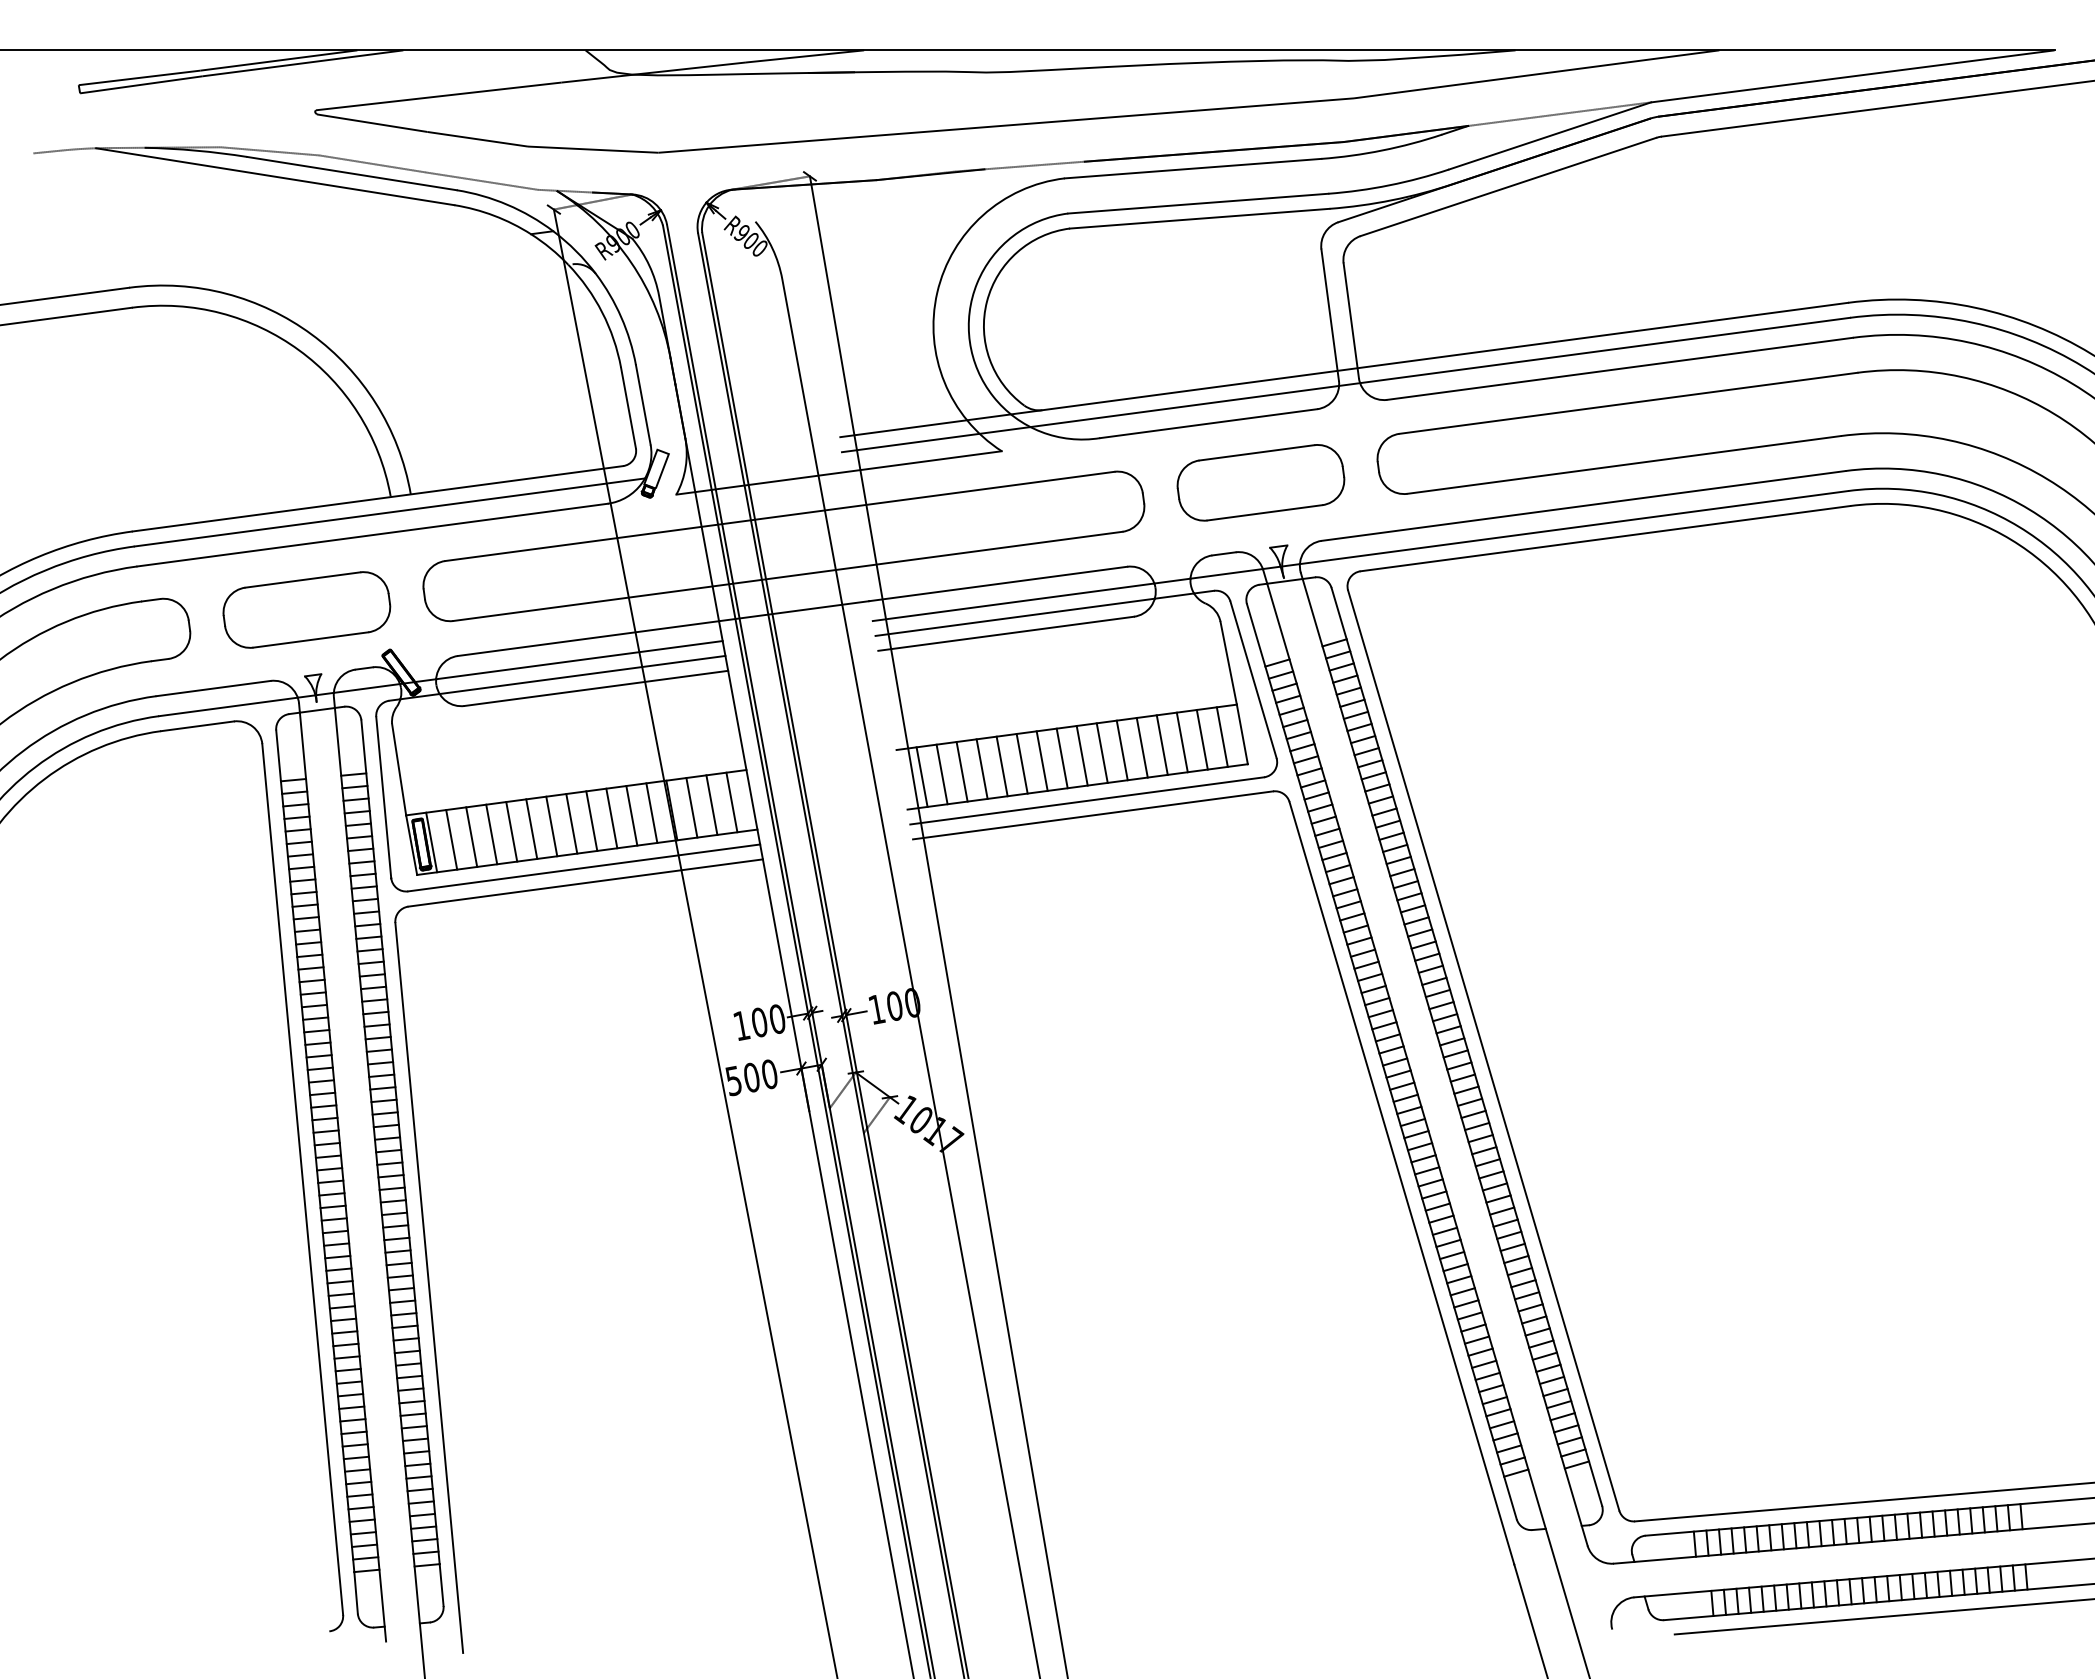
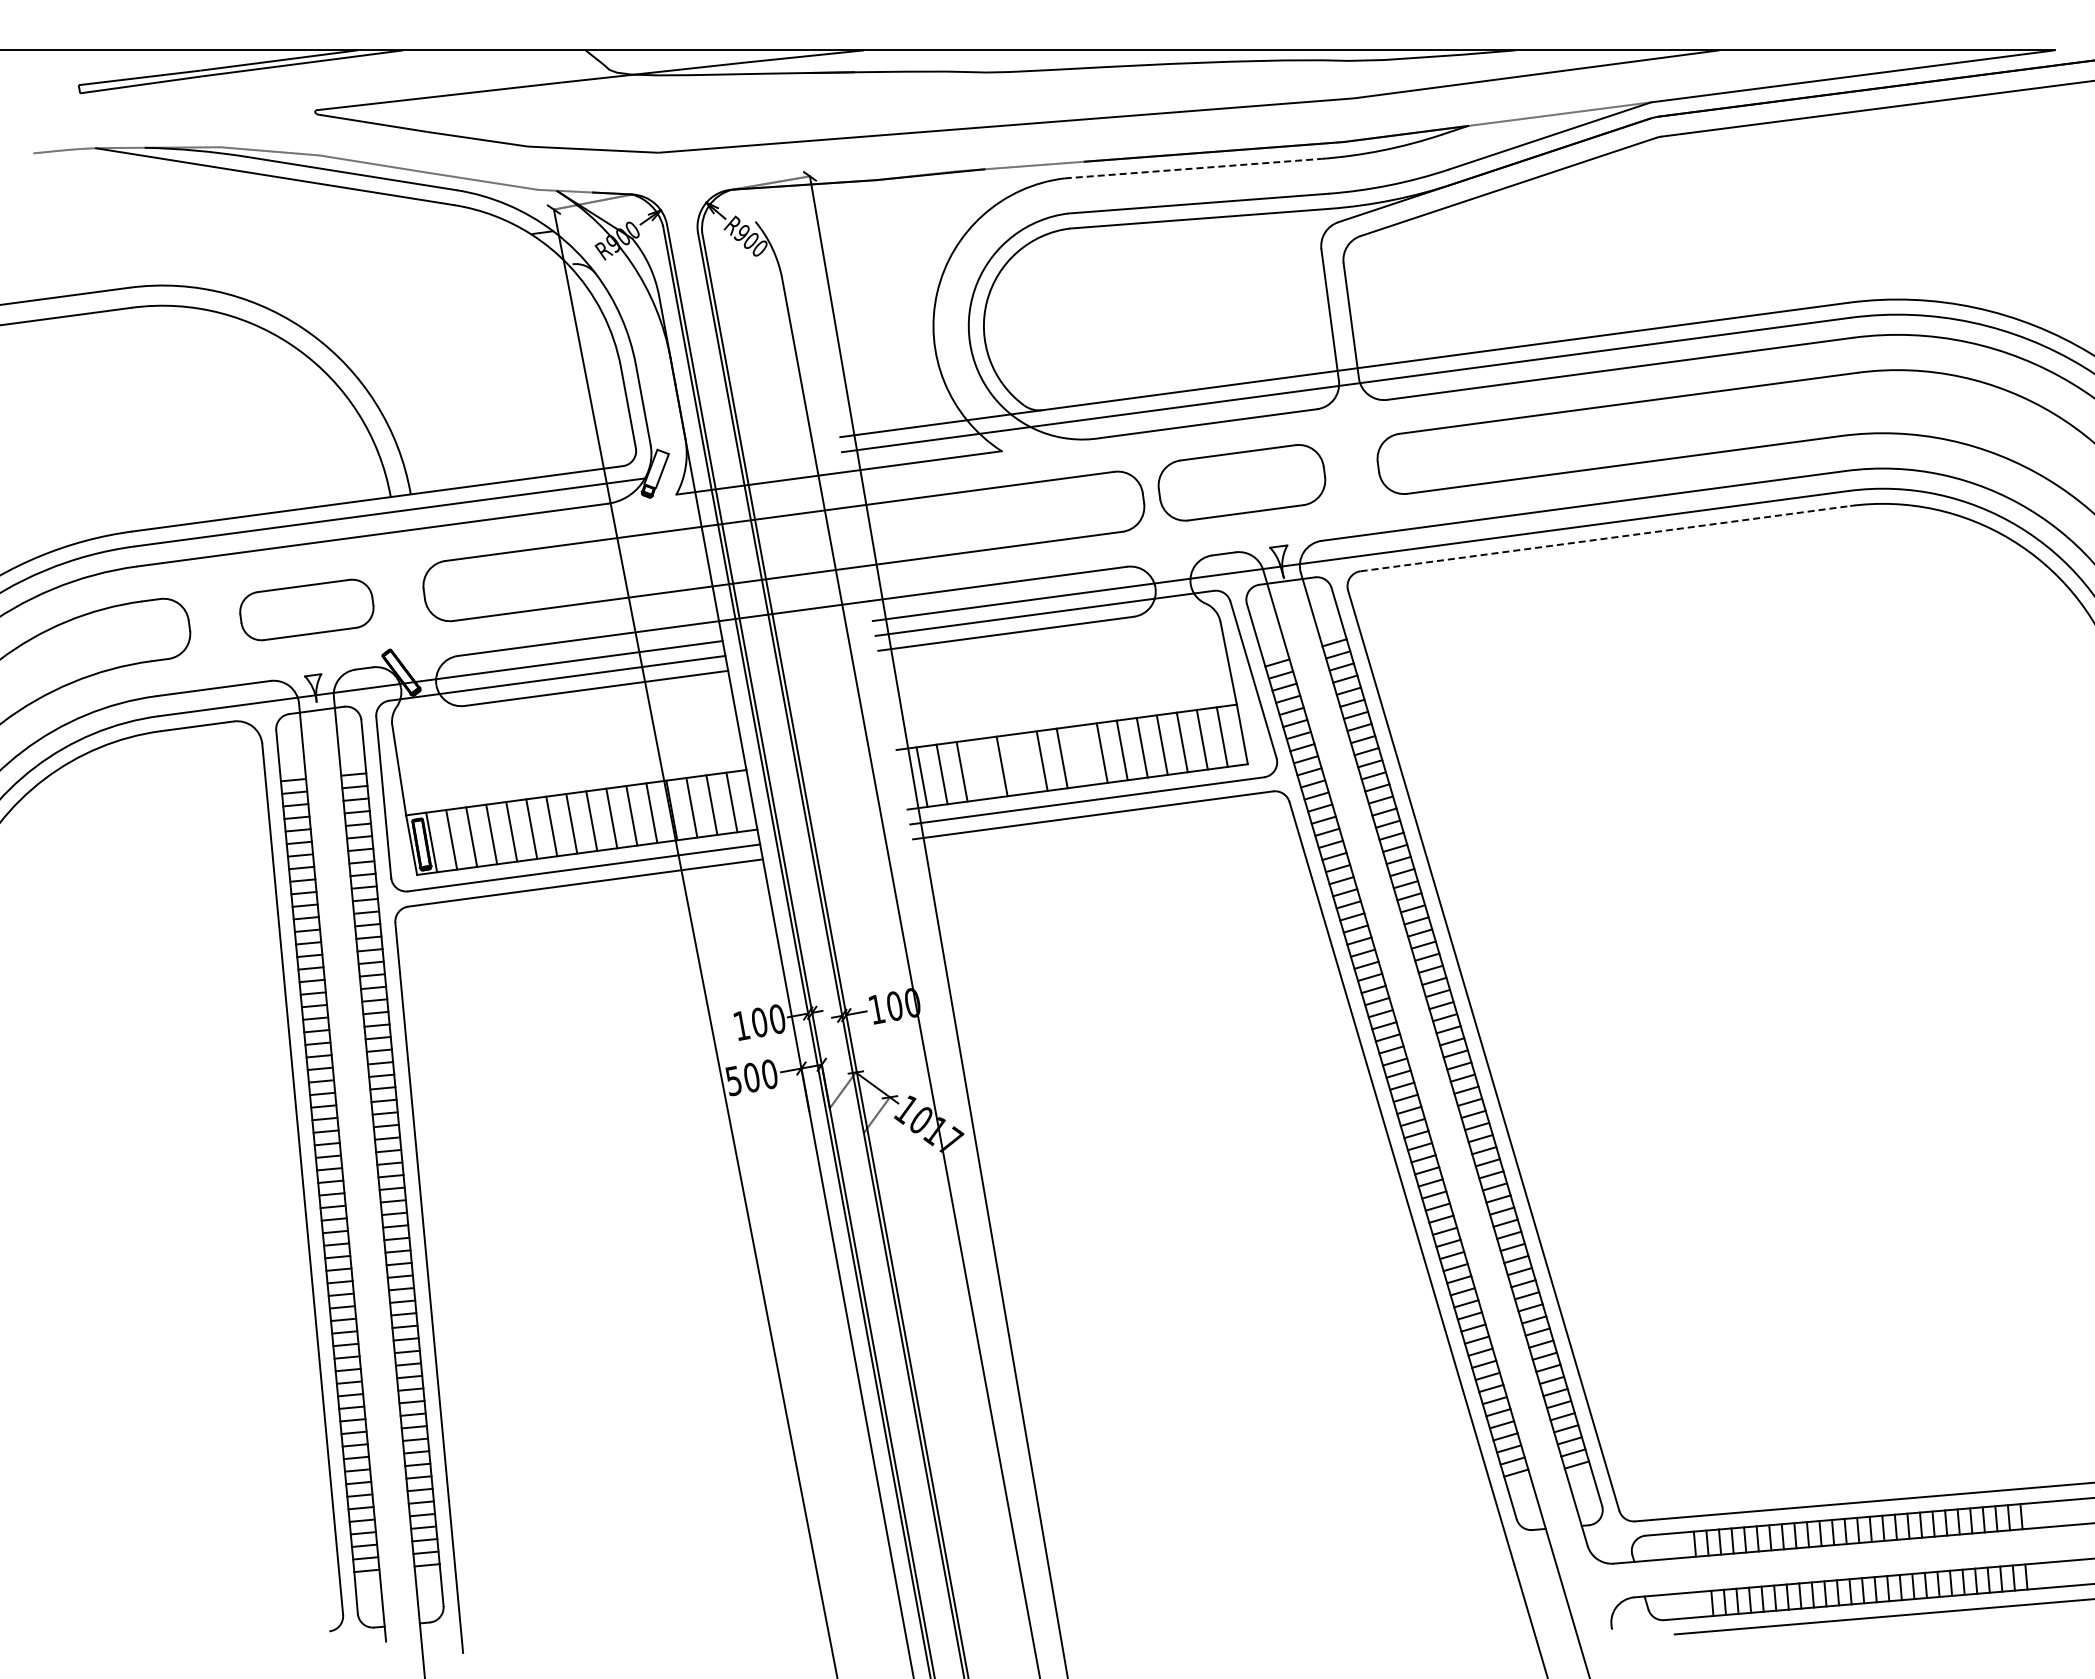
line at (1193, 168): solid -> dashed
part at (1260, 482) position: (1260, 482) -> (1241, 482)
line at (1605, 538): solid -> dashed
part at (306, 609) size: 170x78 px -> 136x64 px
line at (1081, 755): present -> none
line at (1021, 763): present -> none
line at (981, 768): present -> none
